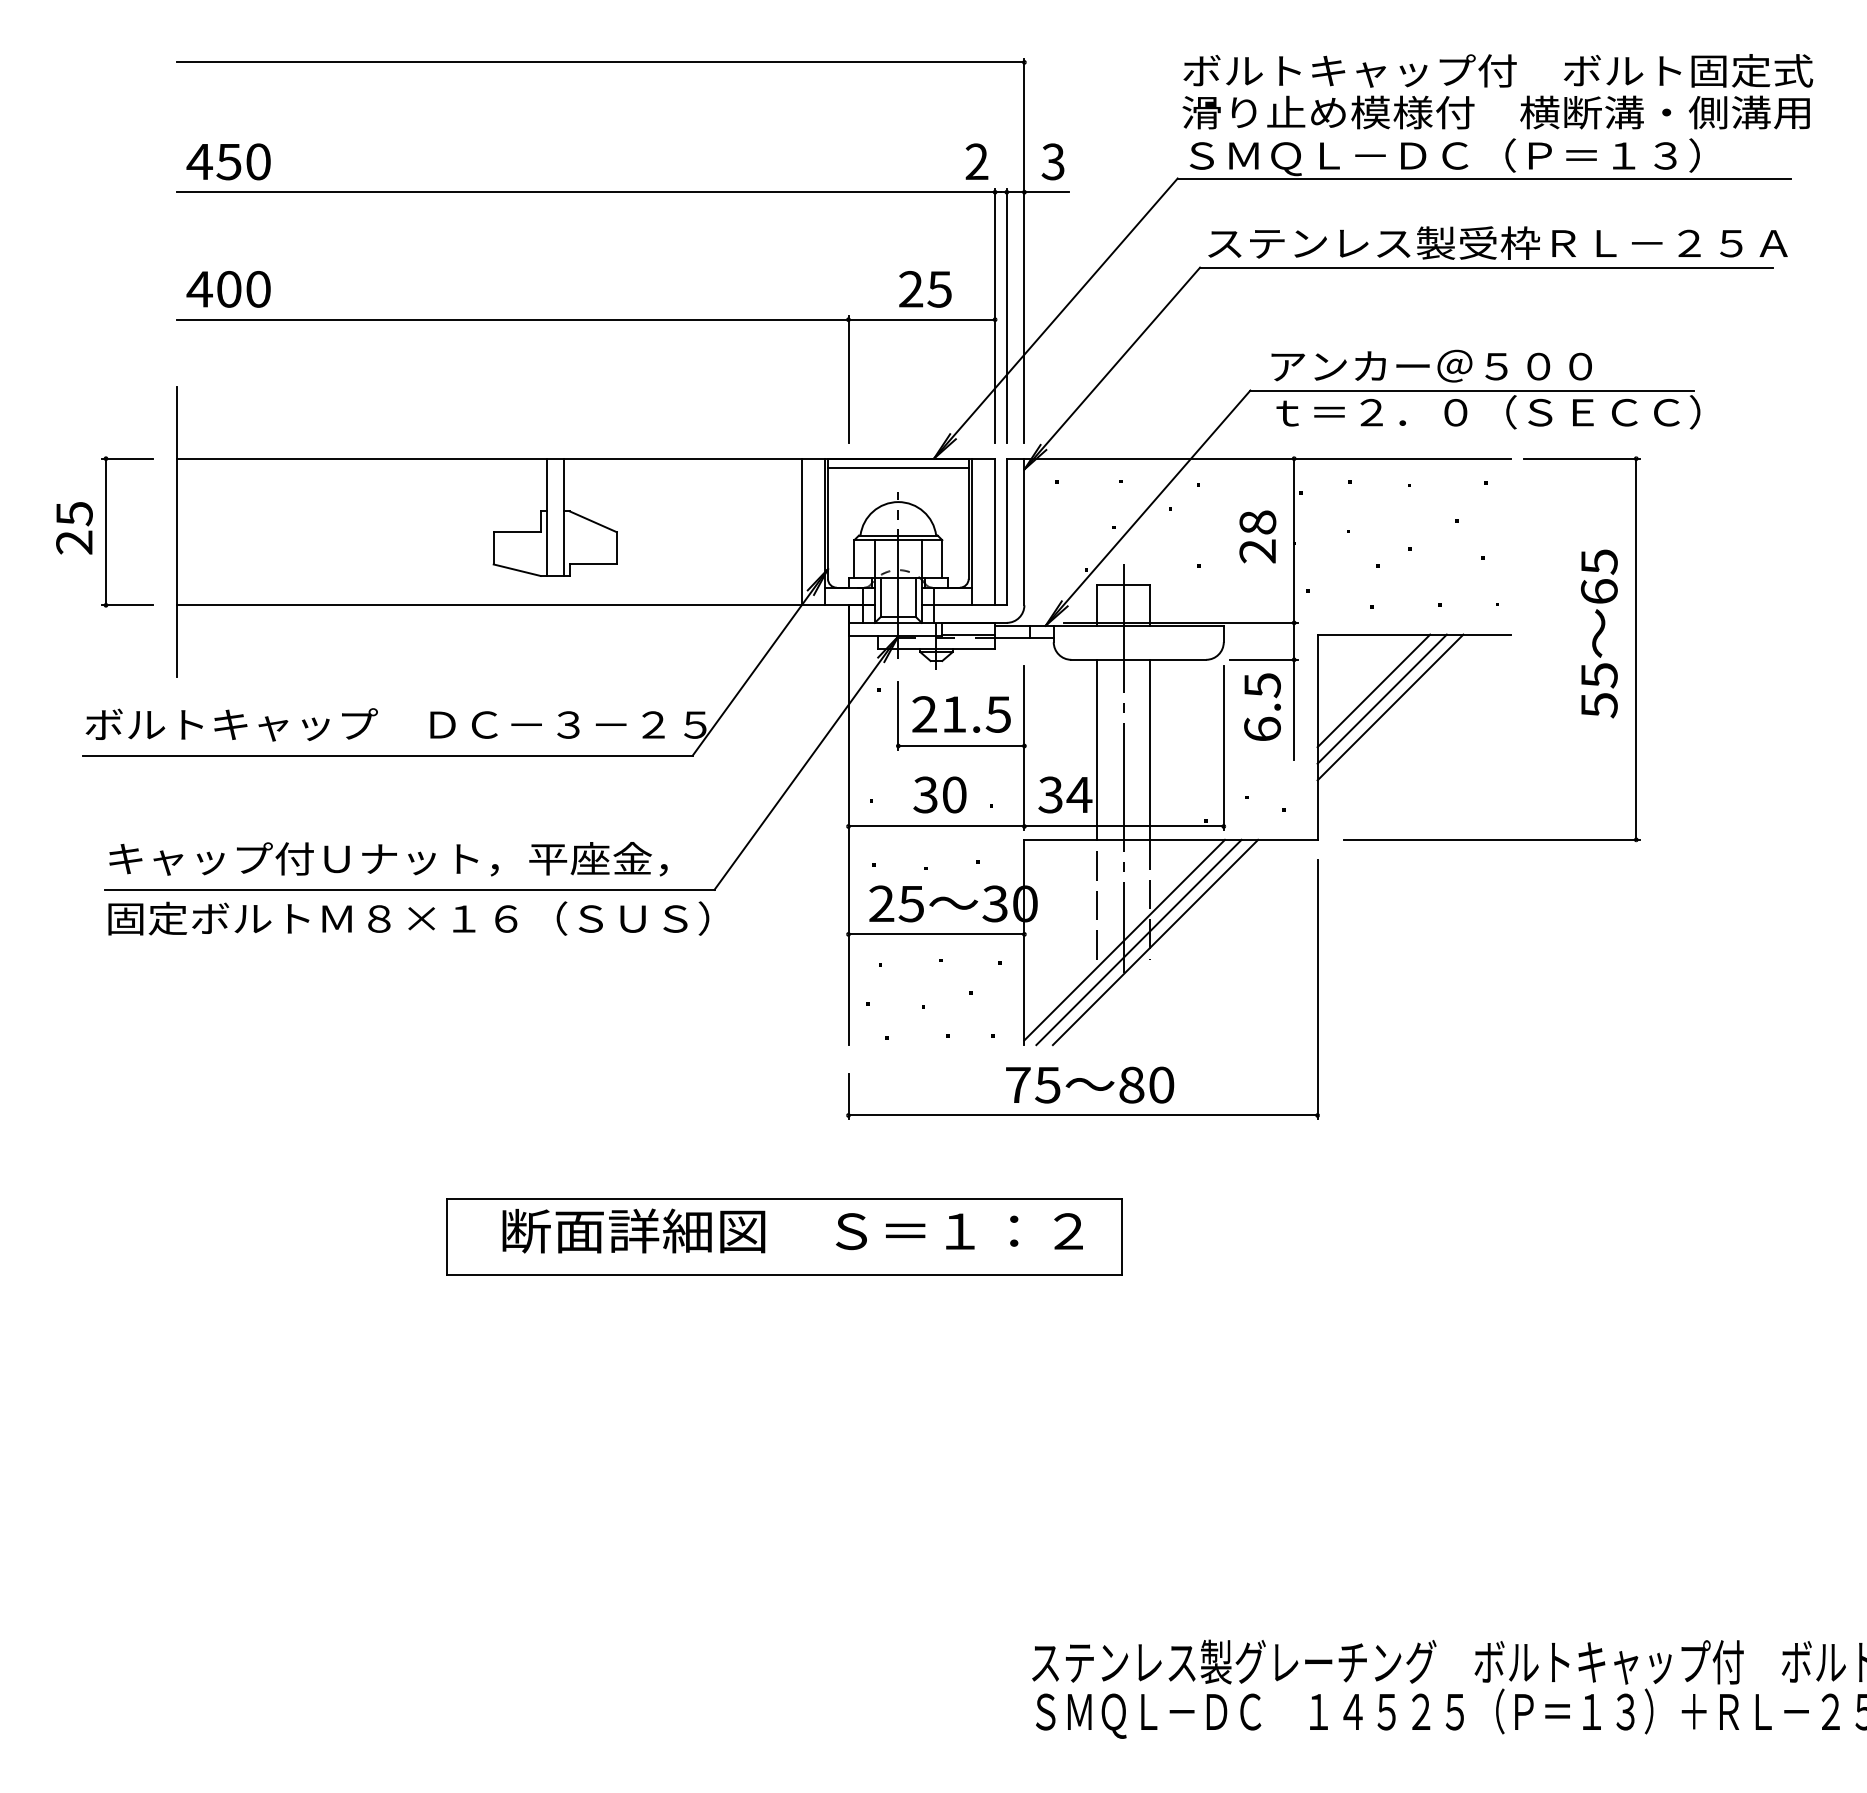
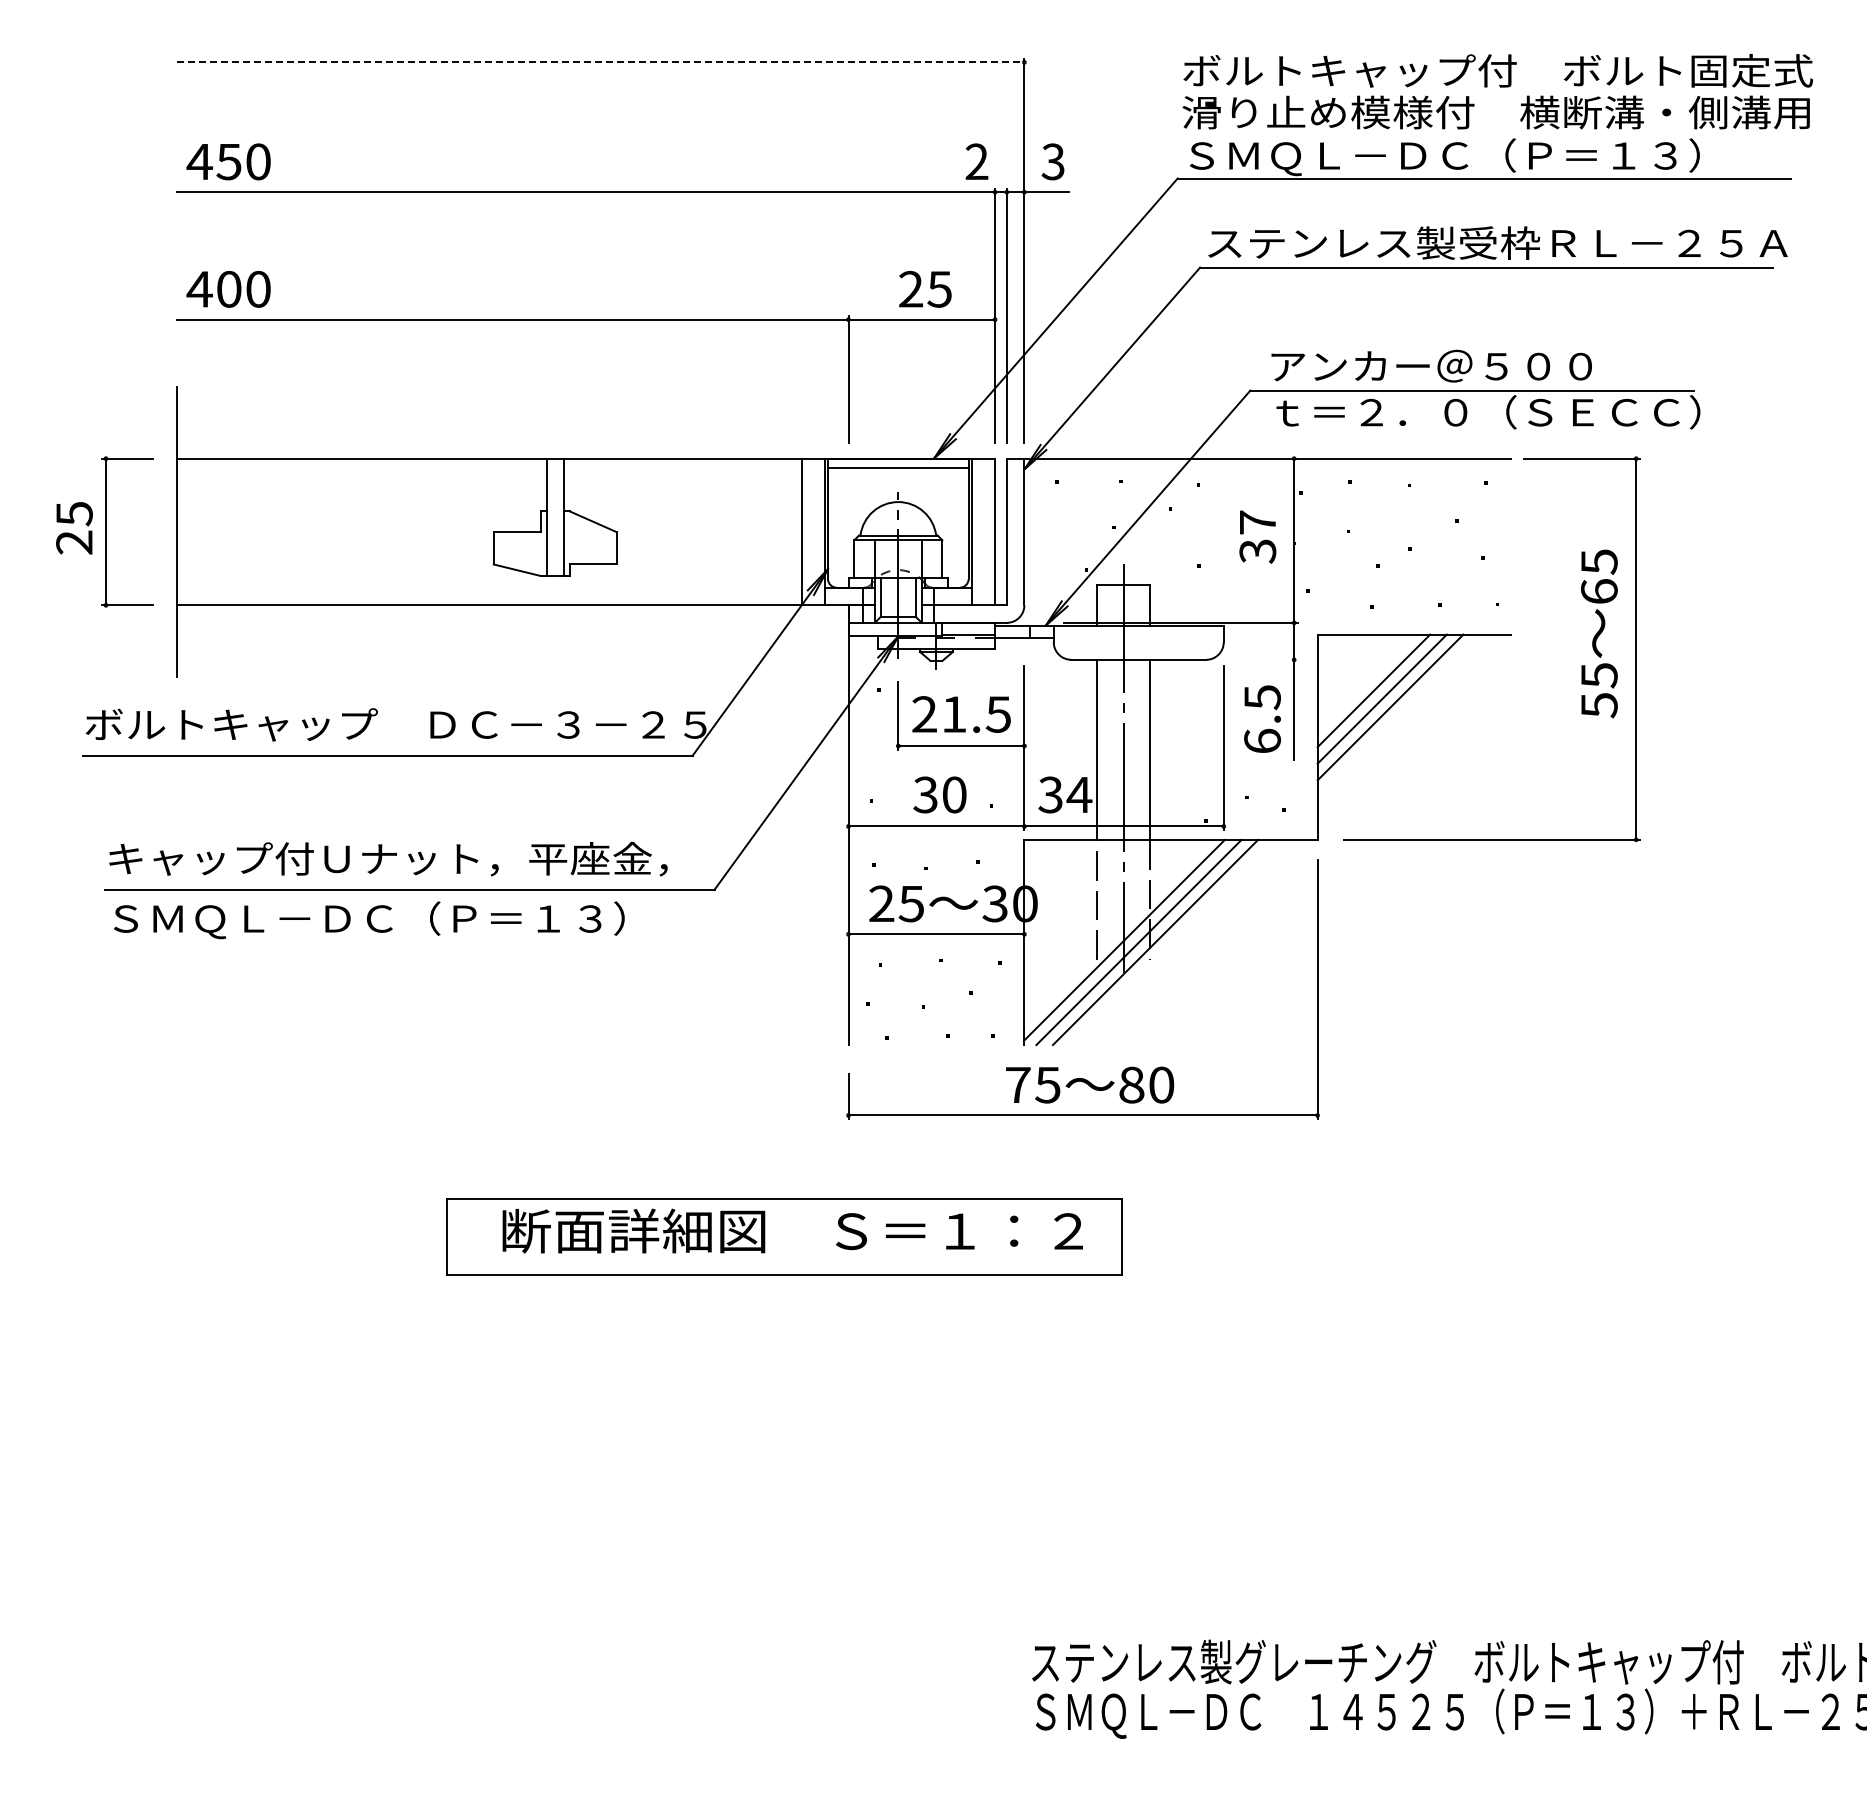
line at (600, 62): solid -> dashed
text at (1257, 536): 28 -> 37
line at (1263, 659): present -> none
text at (1262, 706) position: (1262, 706) -> (1262, 718)
text at (408, 920): 固定ボルトＭ８×１６（ＳＵＳ） -> ＳＭＱＬ－ＤＣ（Ｐ＝１３）
